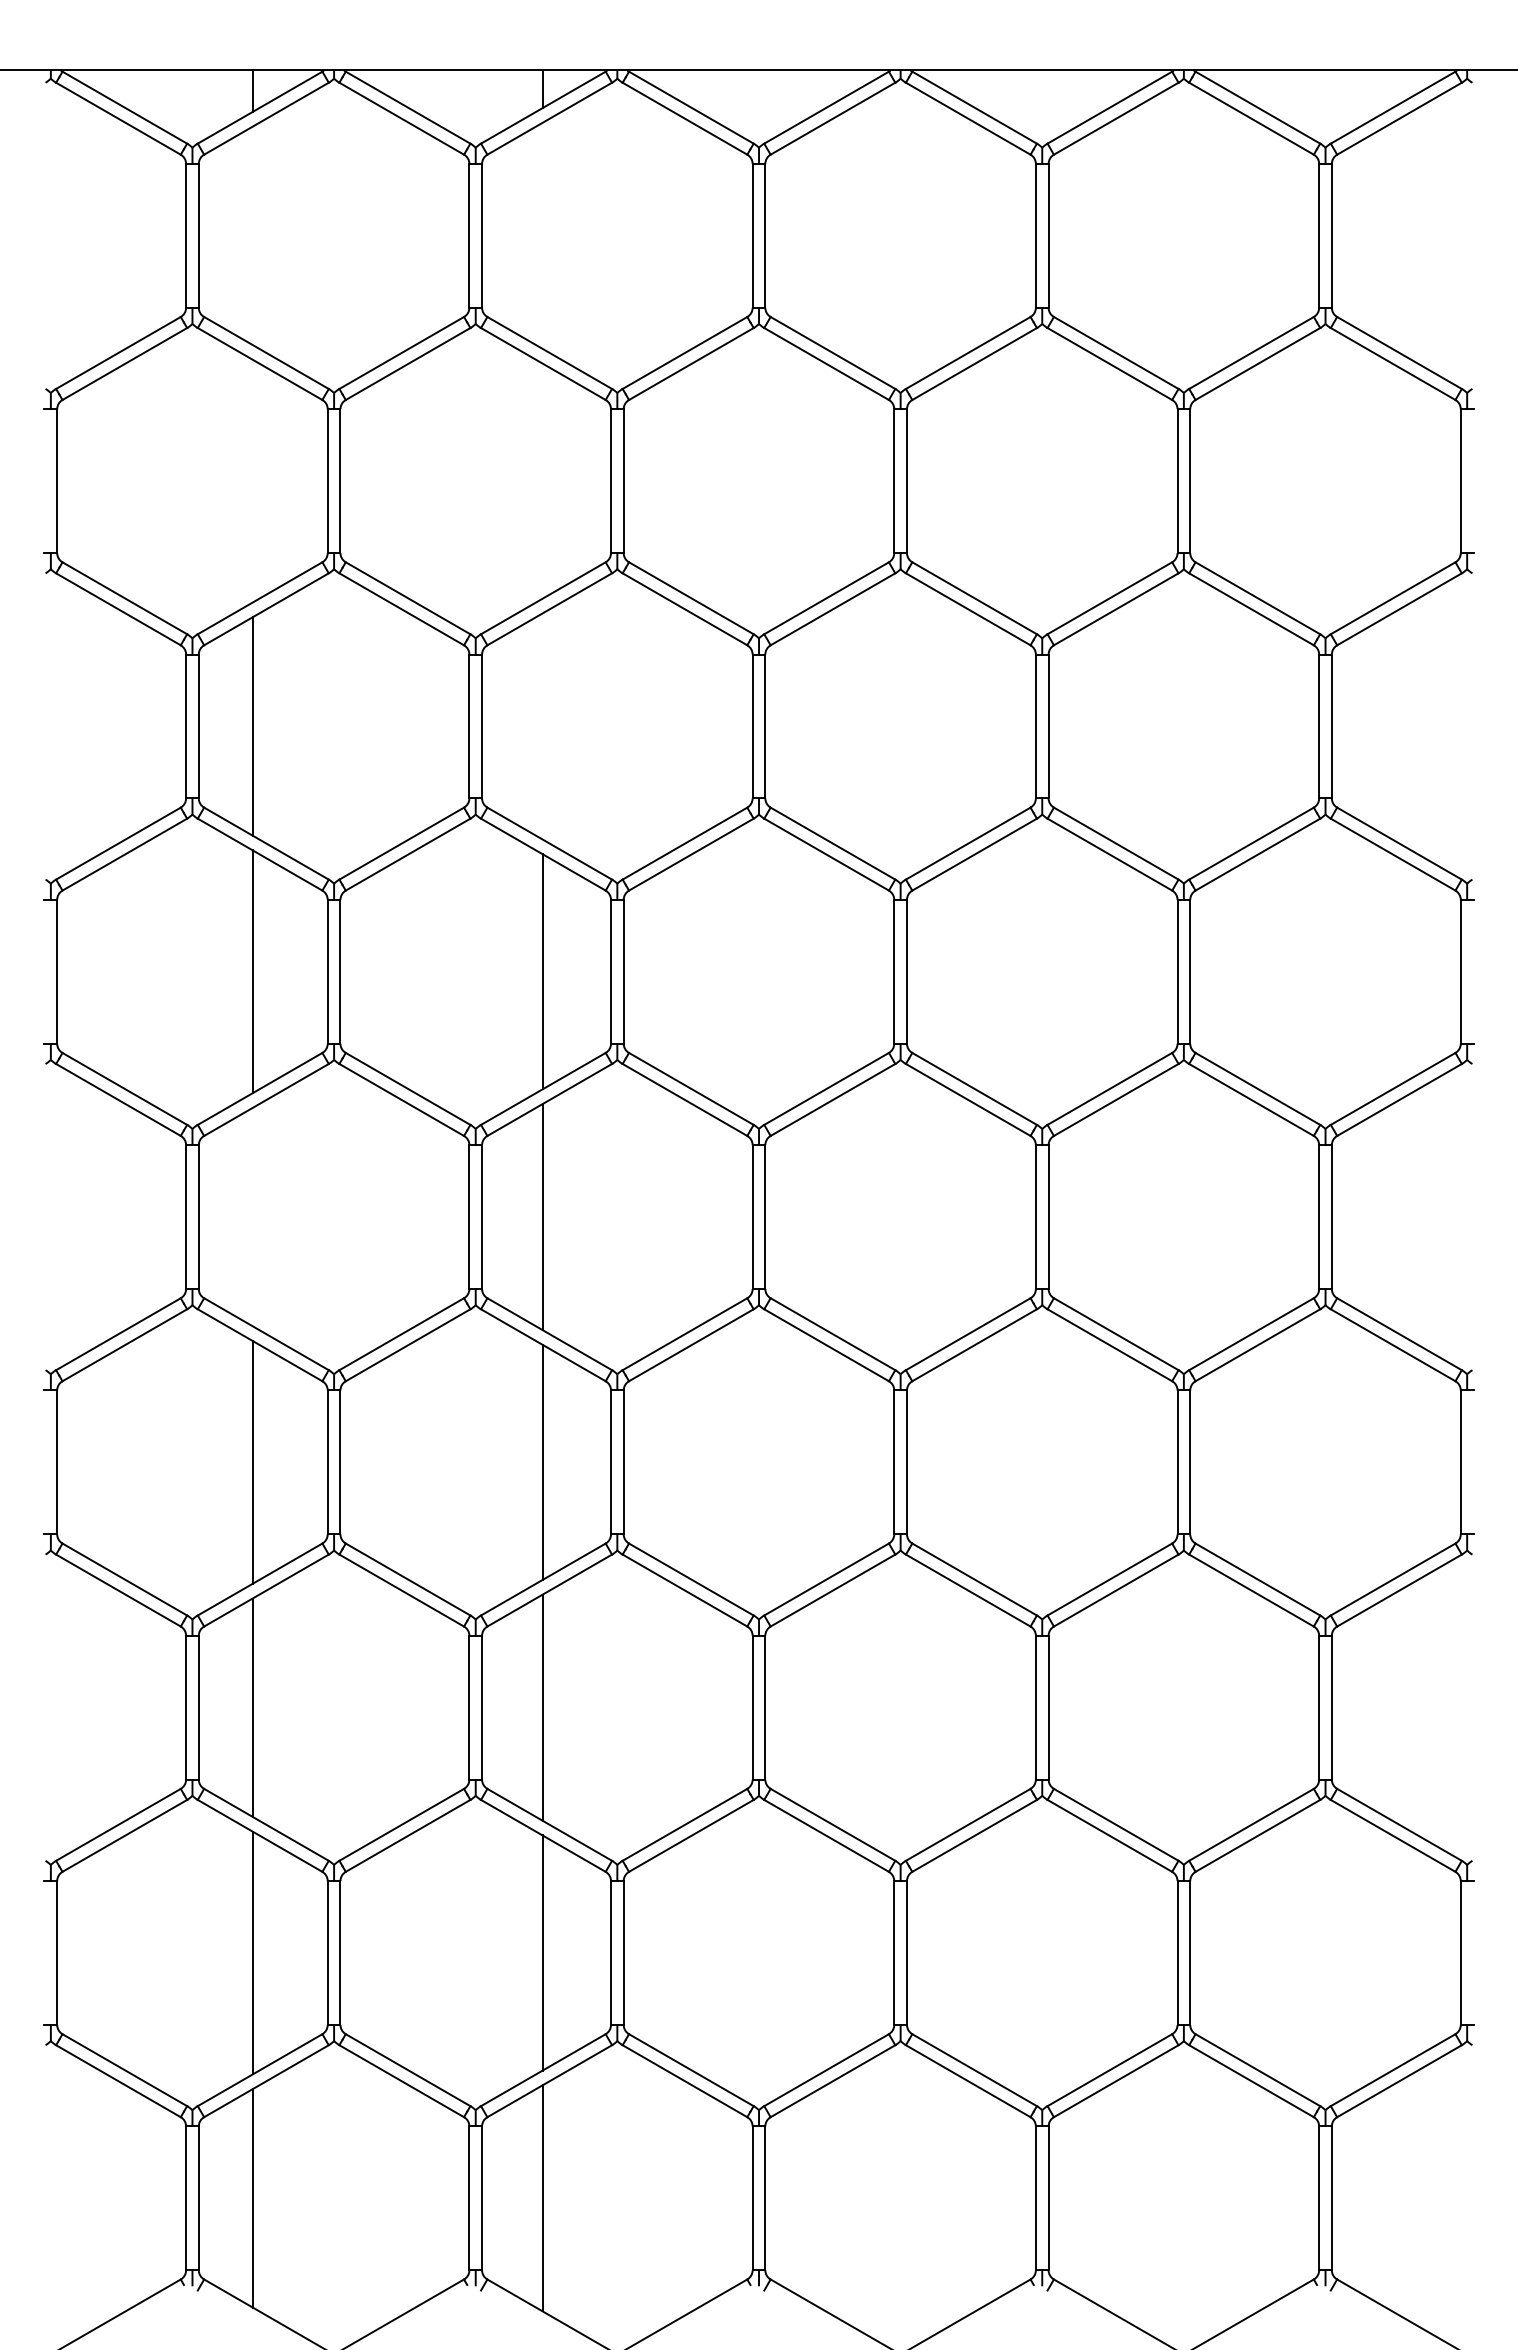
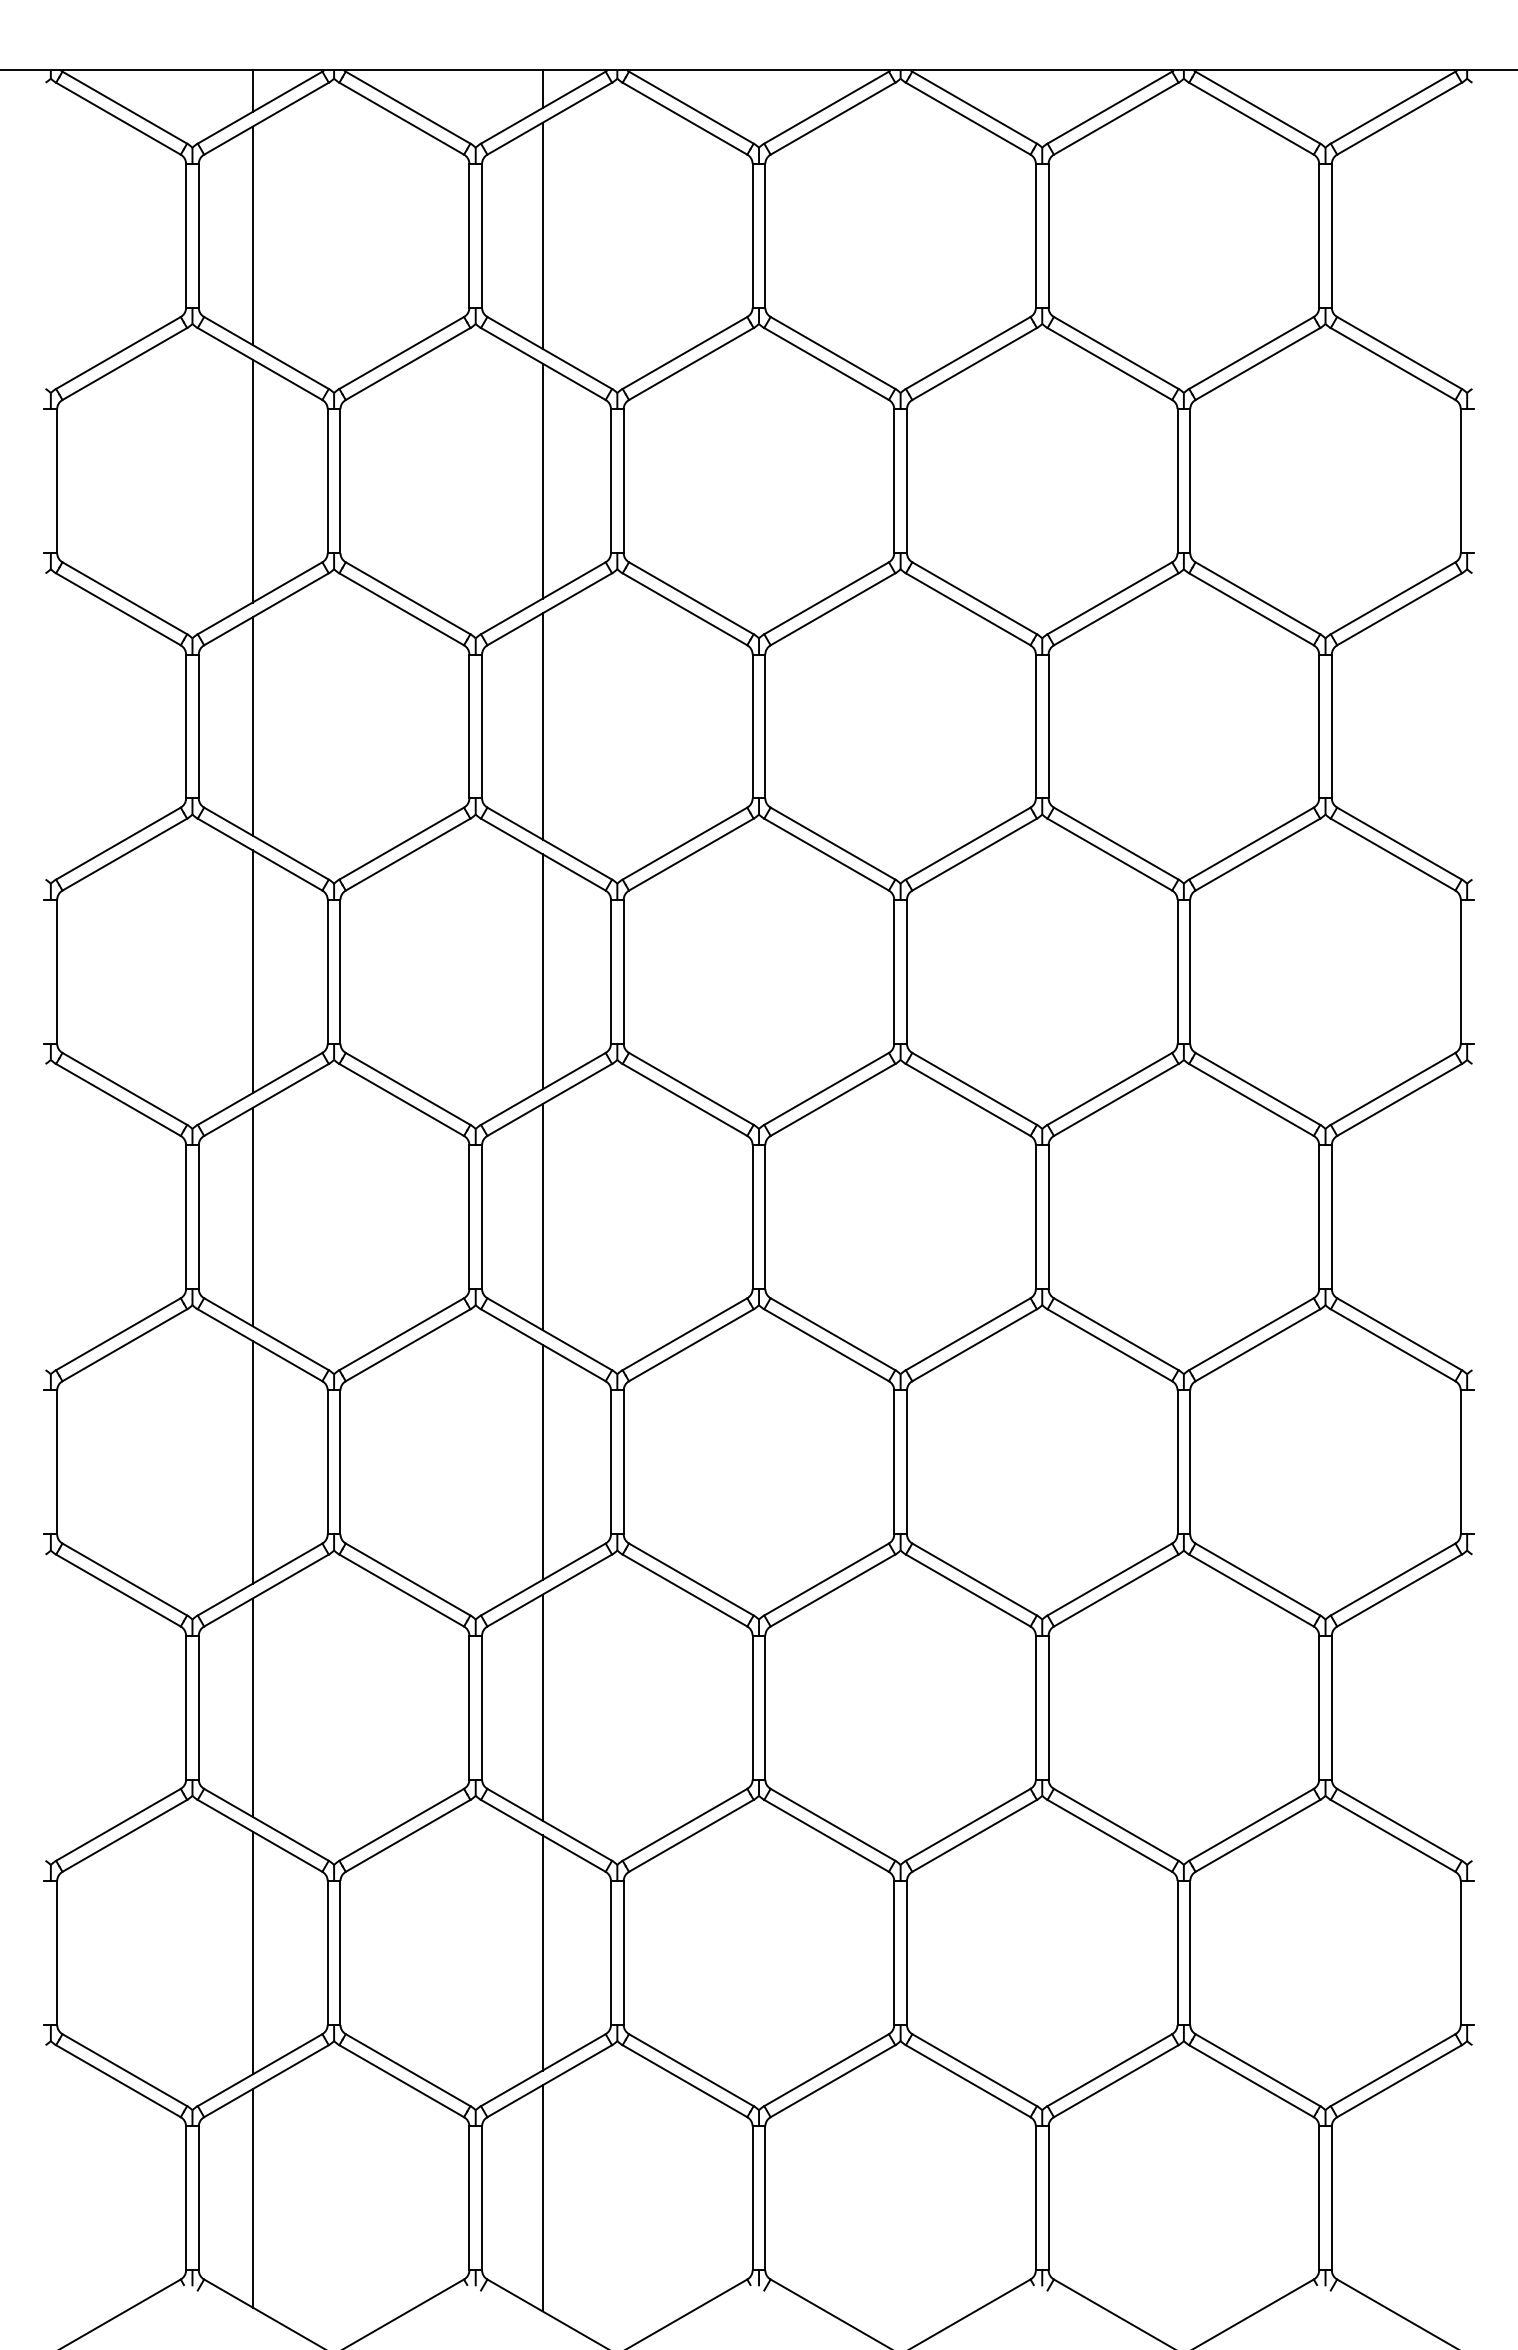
line at (252, 235): none -> present
line at (542, 235): none -> present
line at (252, 480): none -> present
line at (542, 480): none -> present
line at (542, 726): none -> present
line at (252, 1216): none -> present
